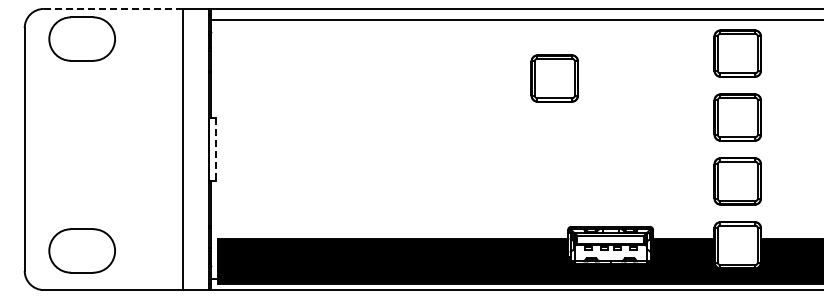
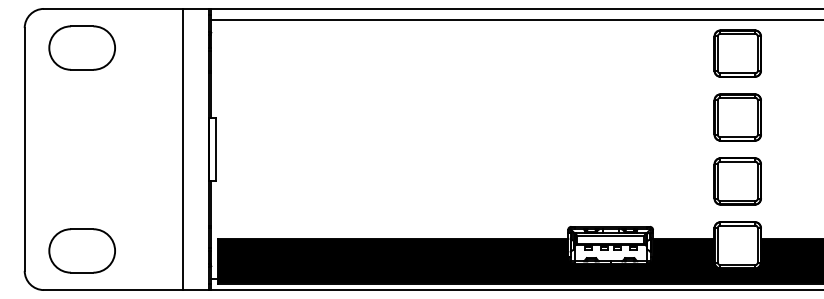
line at (113, 8): dashed -> solid
part at (81, 38) position: (81, 38) -> (81, 47)
part at (554, 78): present -> none
line at (215, 149): dashed -> solid
